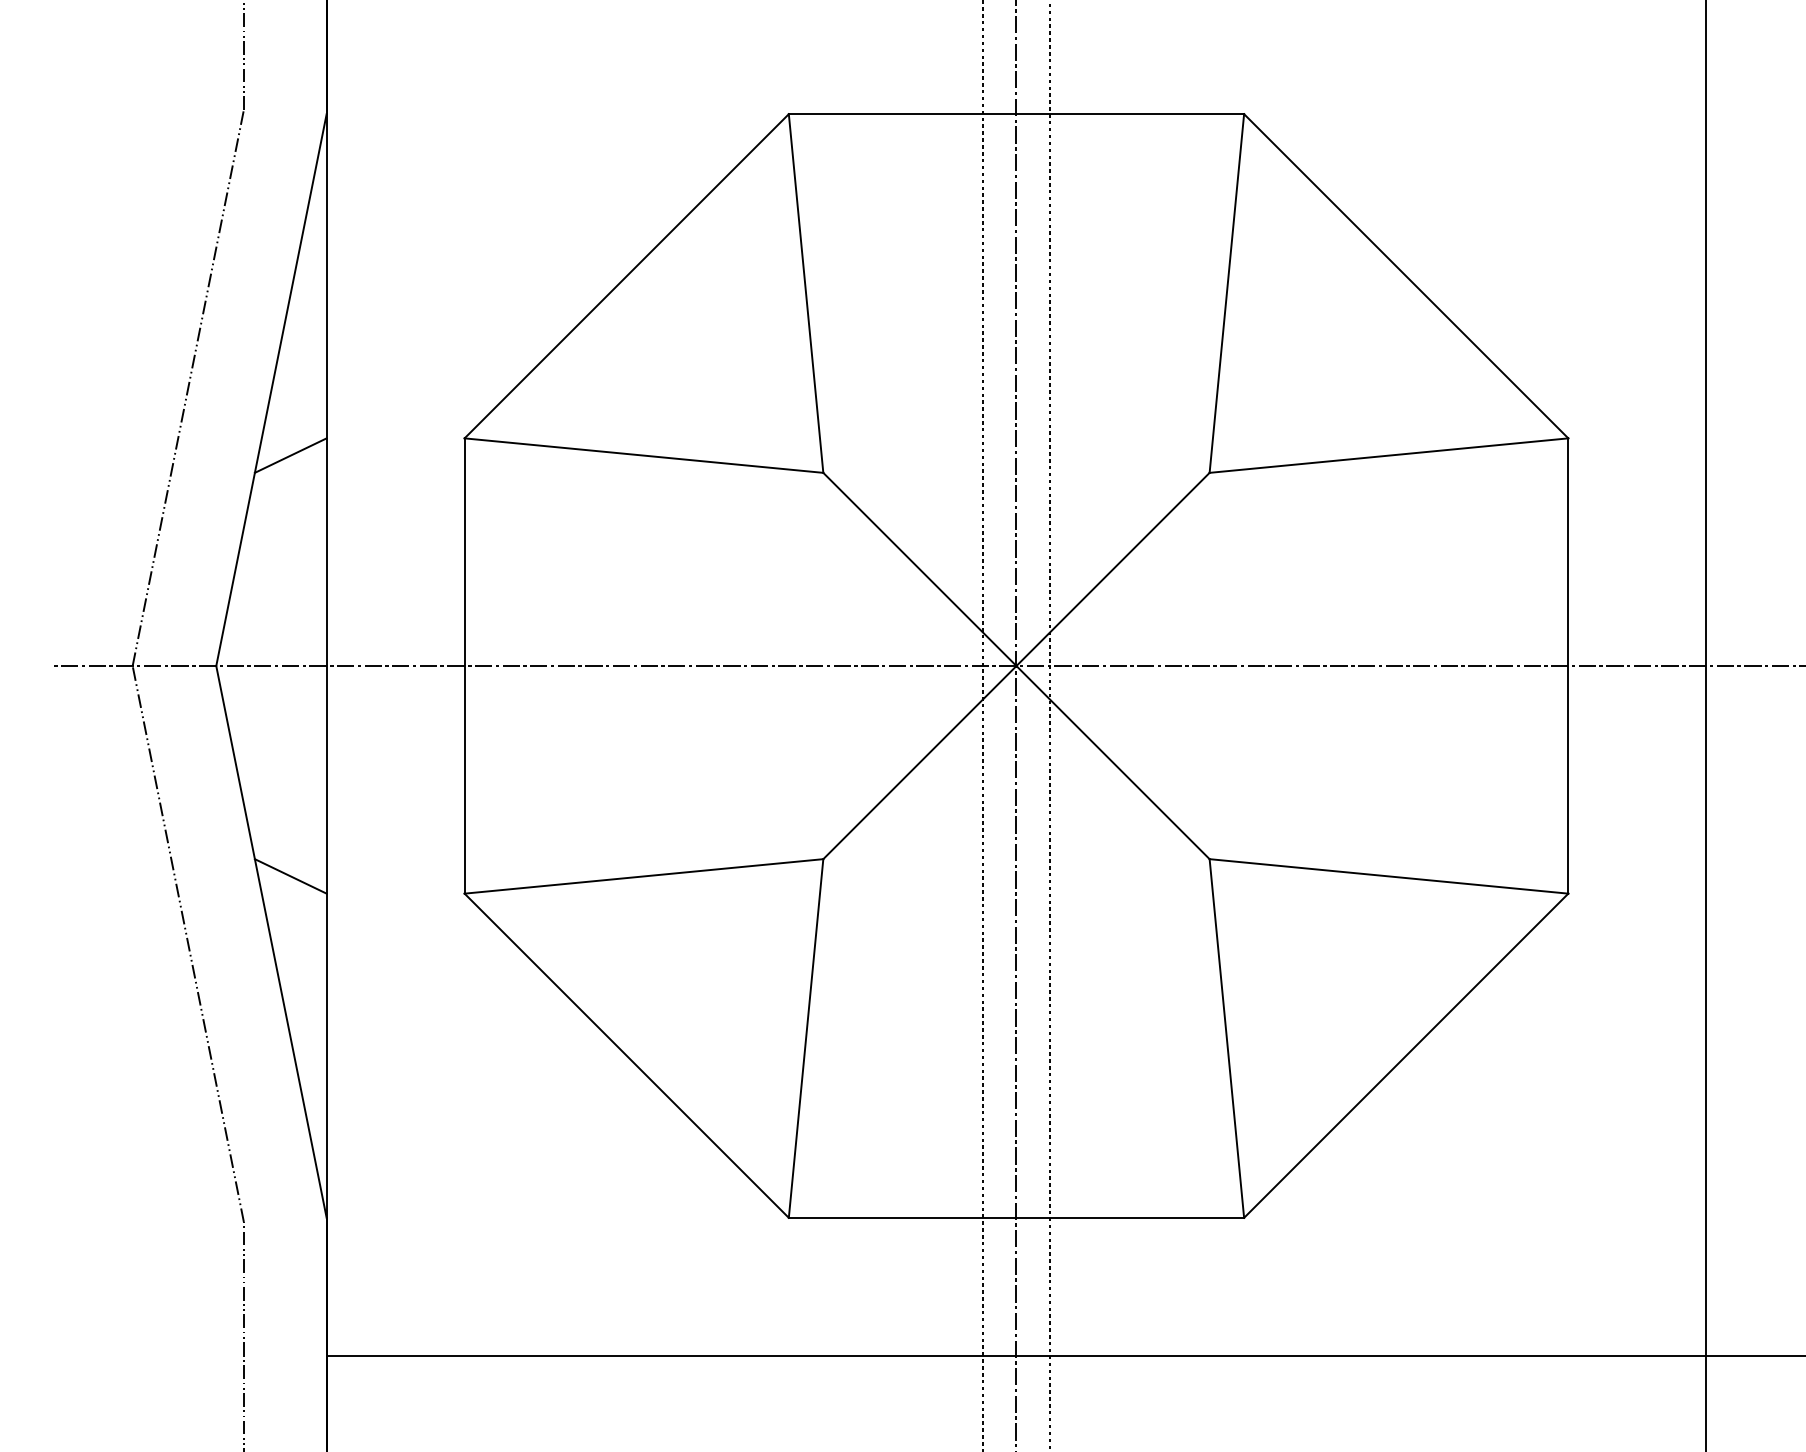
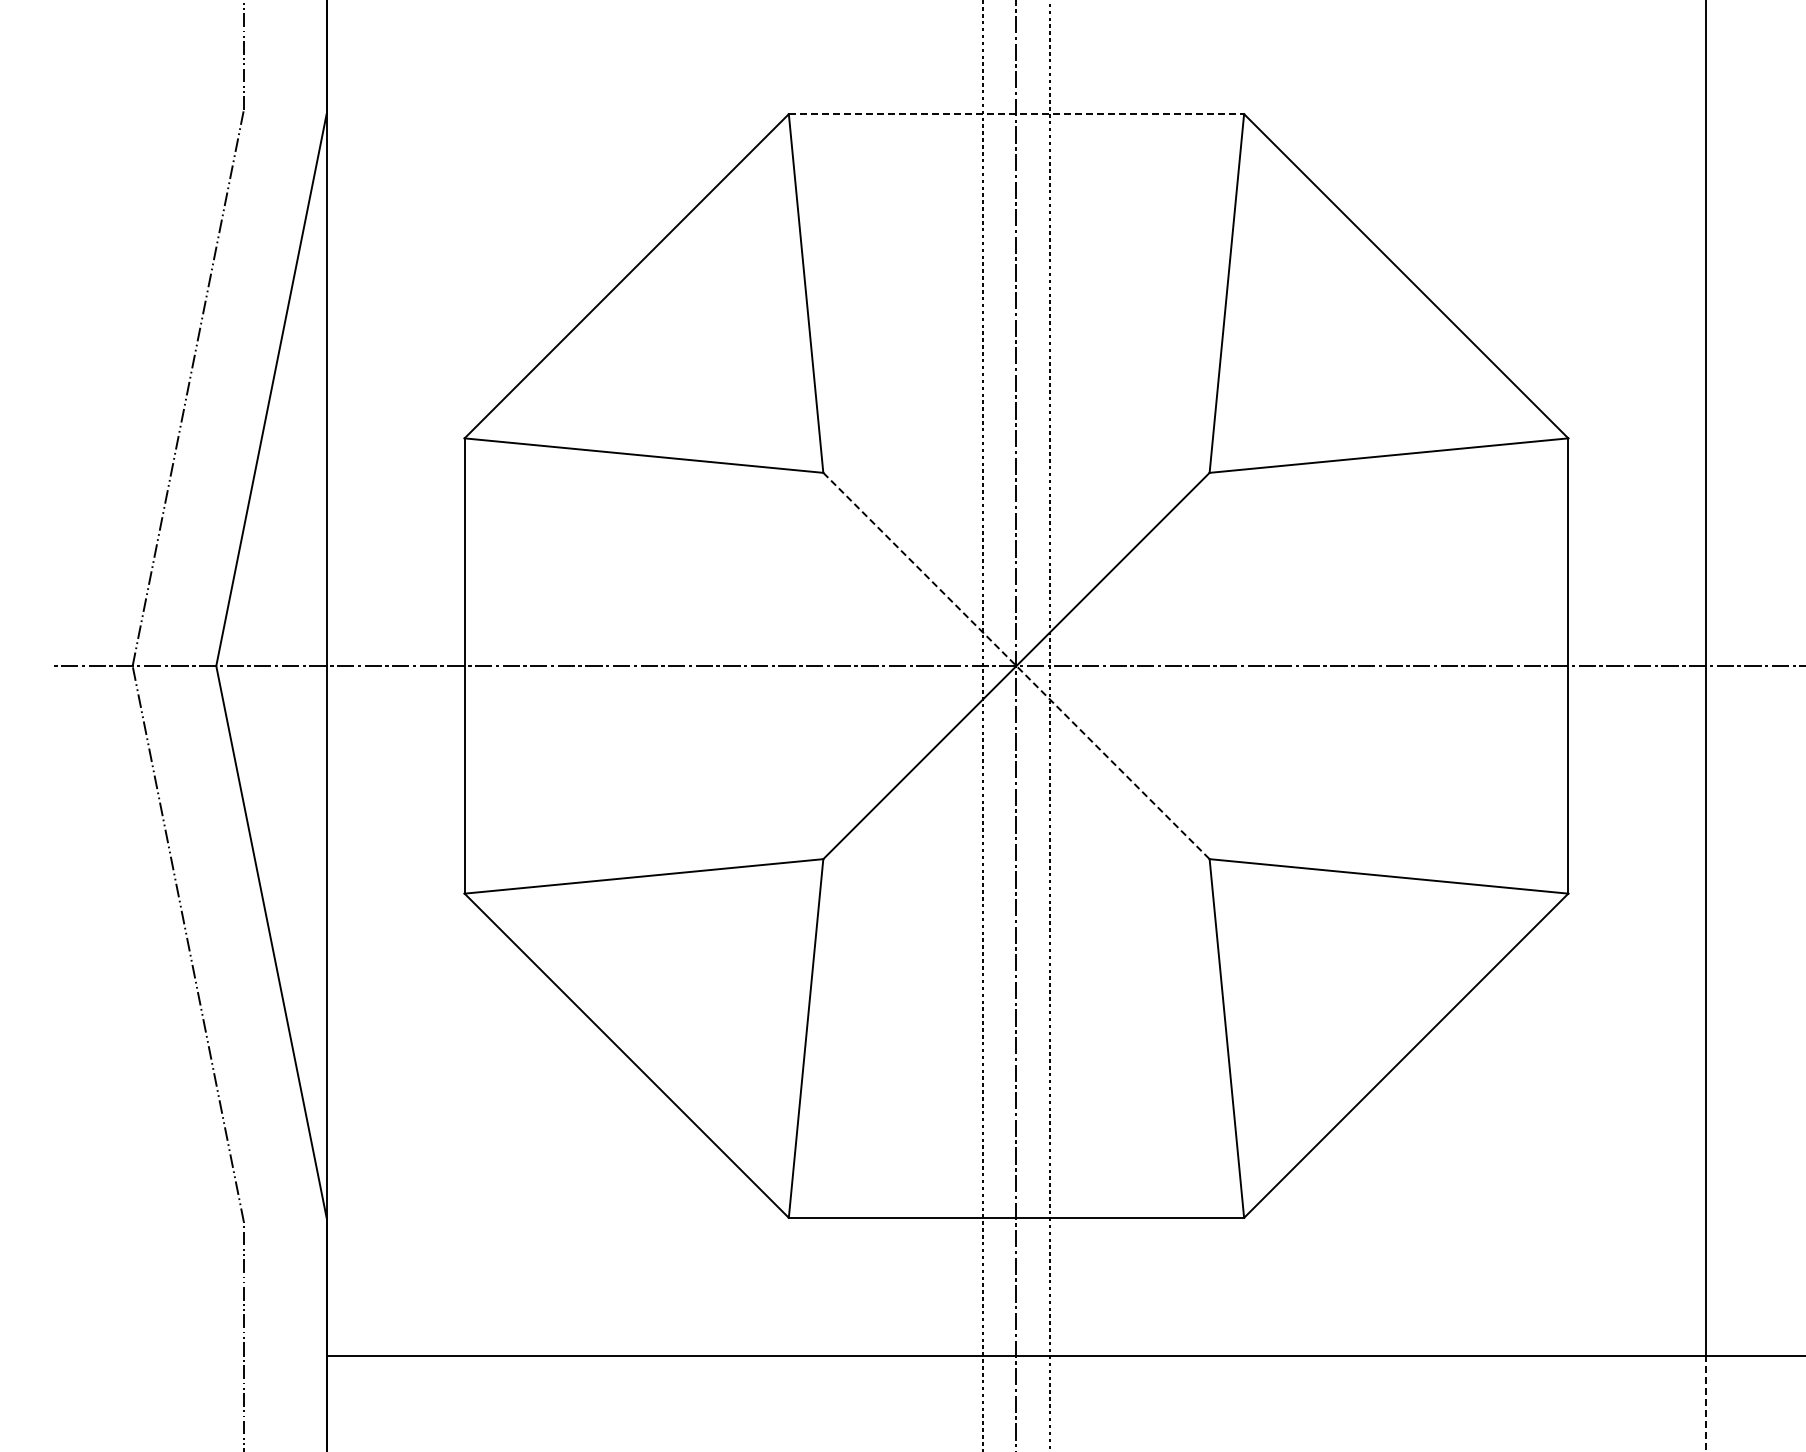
line at (1016, 114): solid -> dashed
line at (290, 455): present -> none
line at (1016, 666): solid -> dashed
line at (290, 876): present -> none
line at (1706, 1403): solid -> dashed
